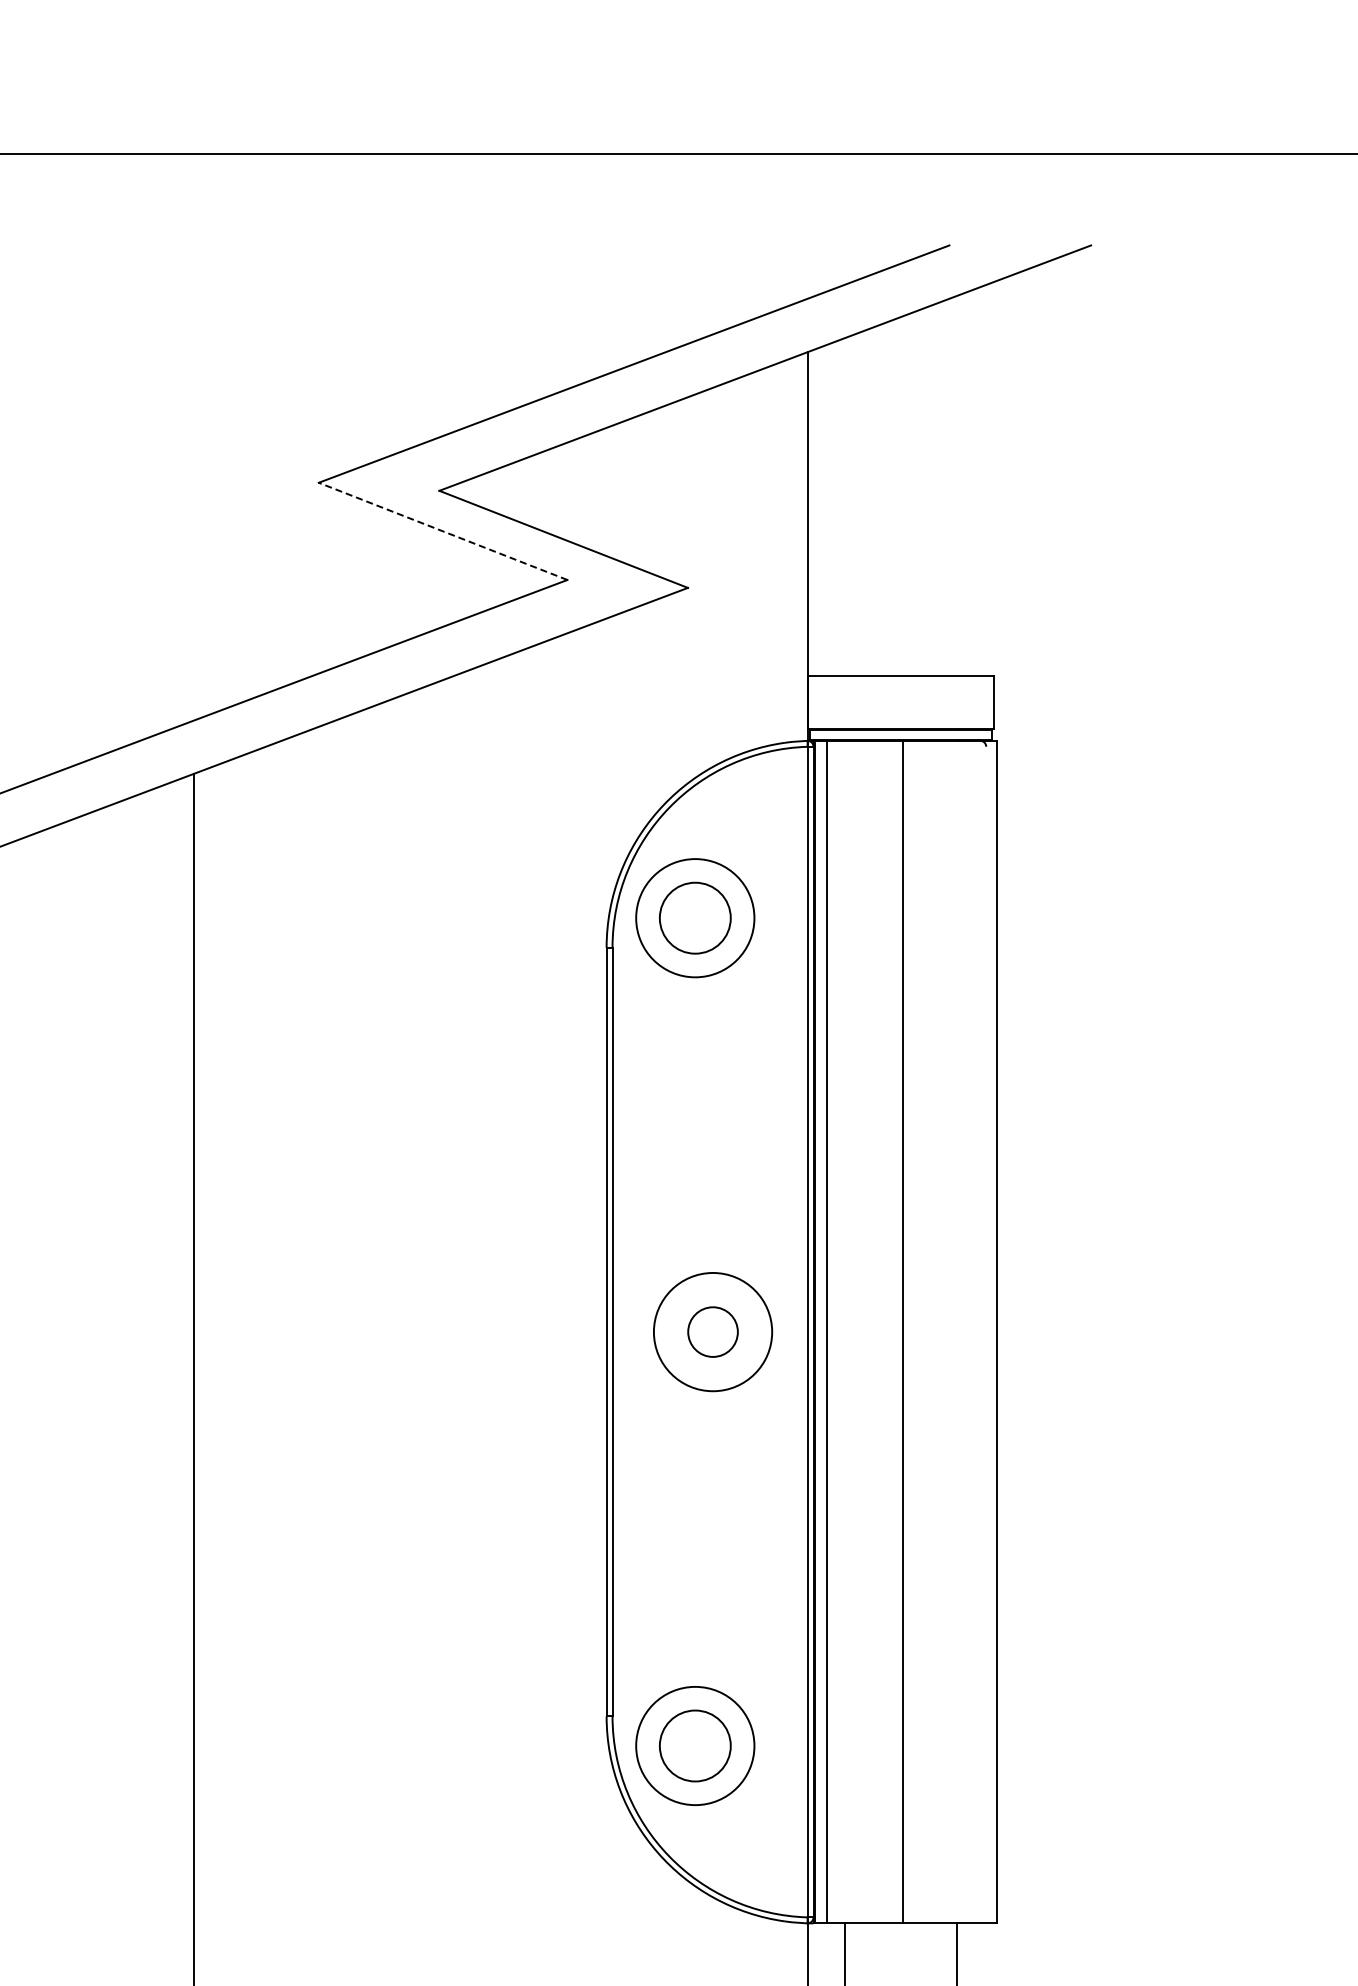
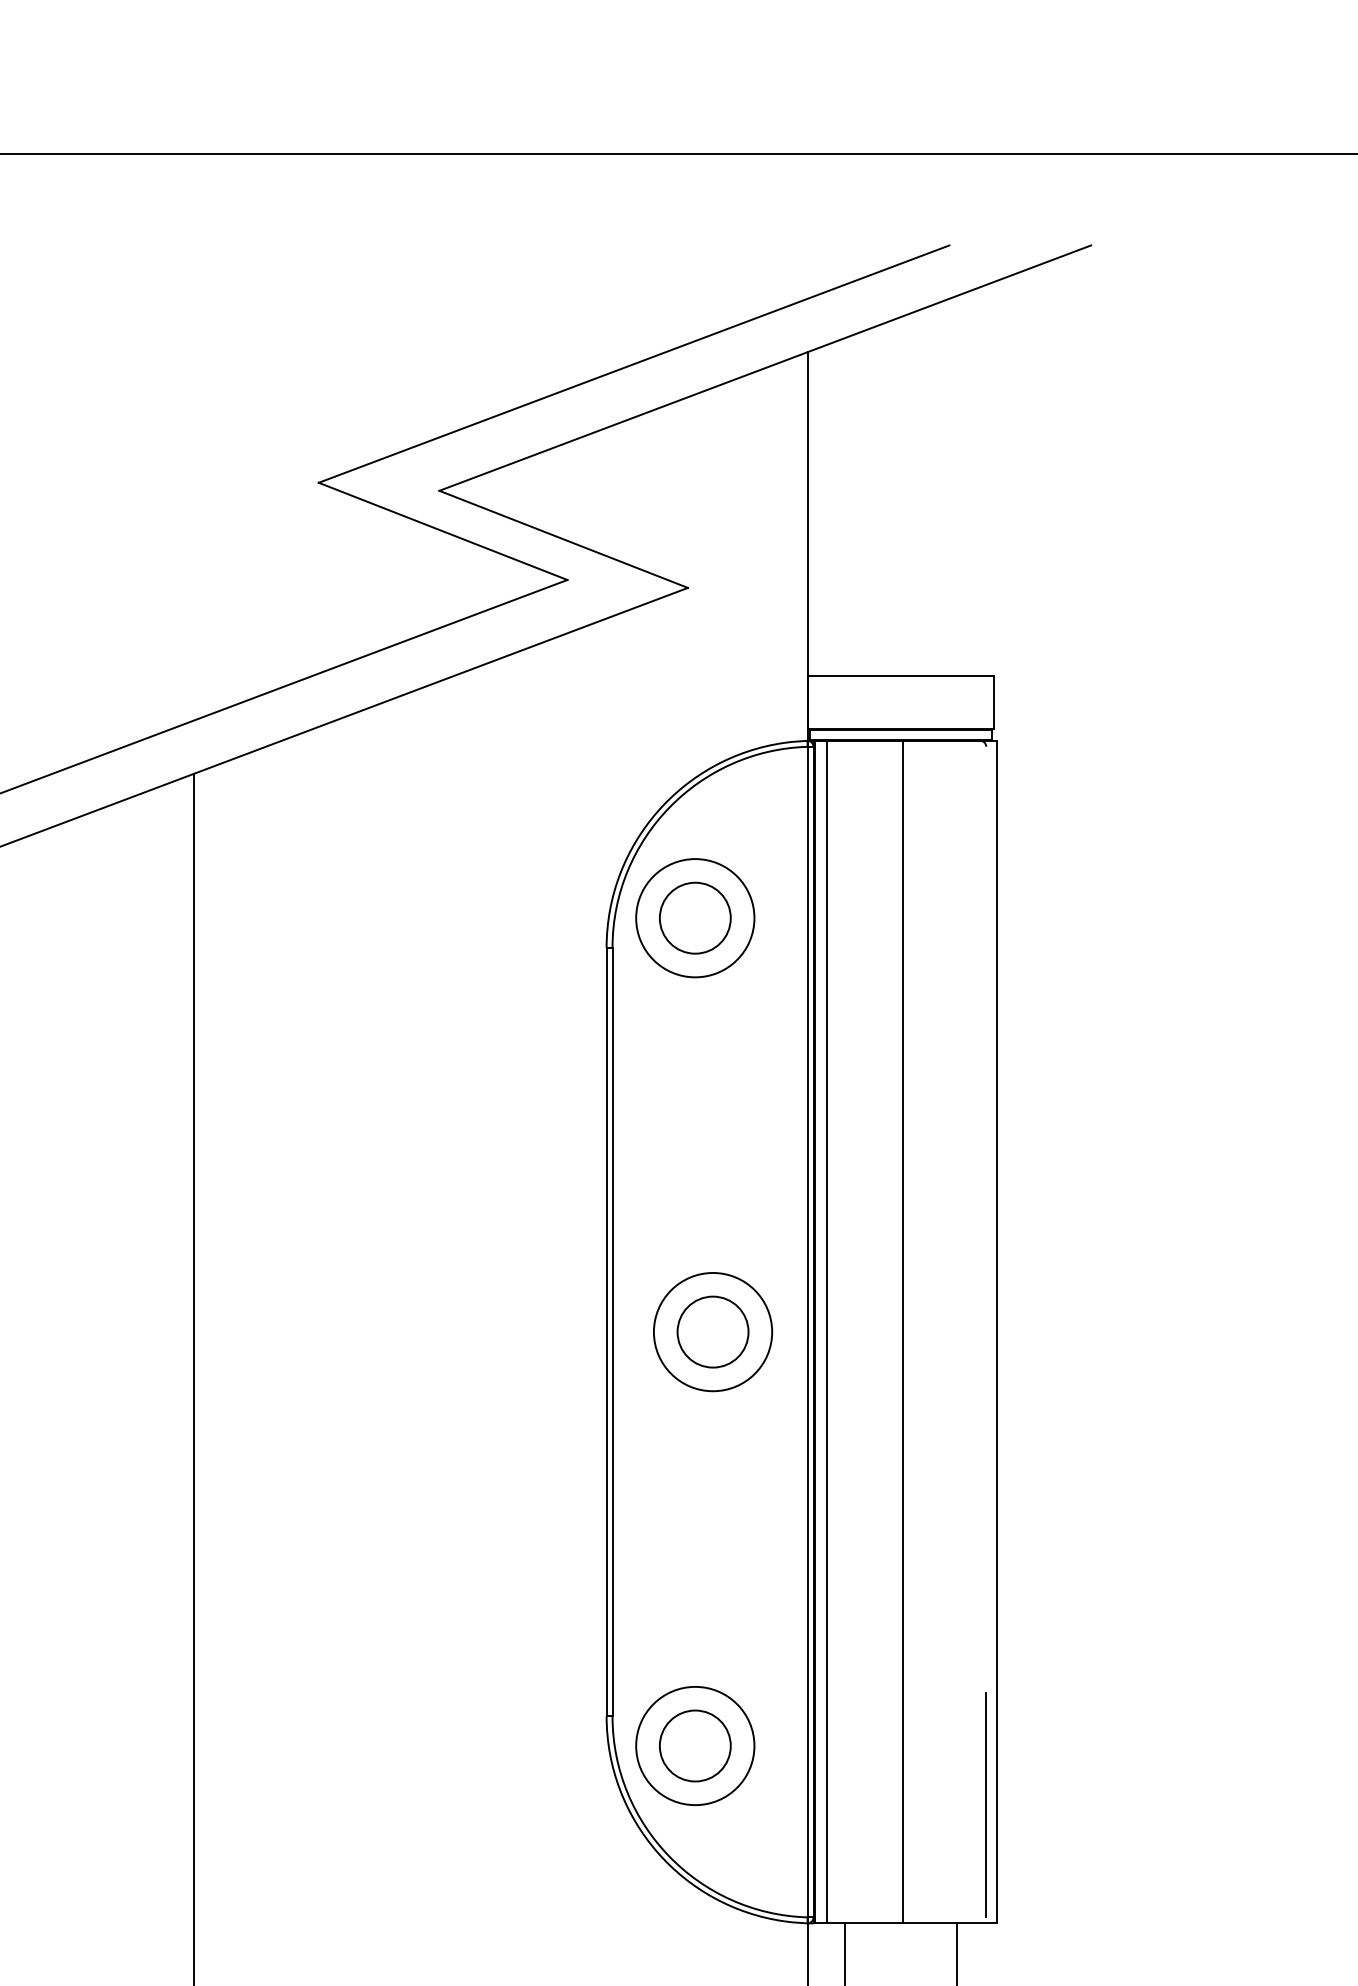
line at (443, 531): dashed -> solid
circle at (712, 1331) diameter: 50 px -> 71 px
line at (986, 1804): none -> present
